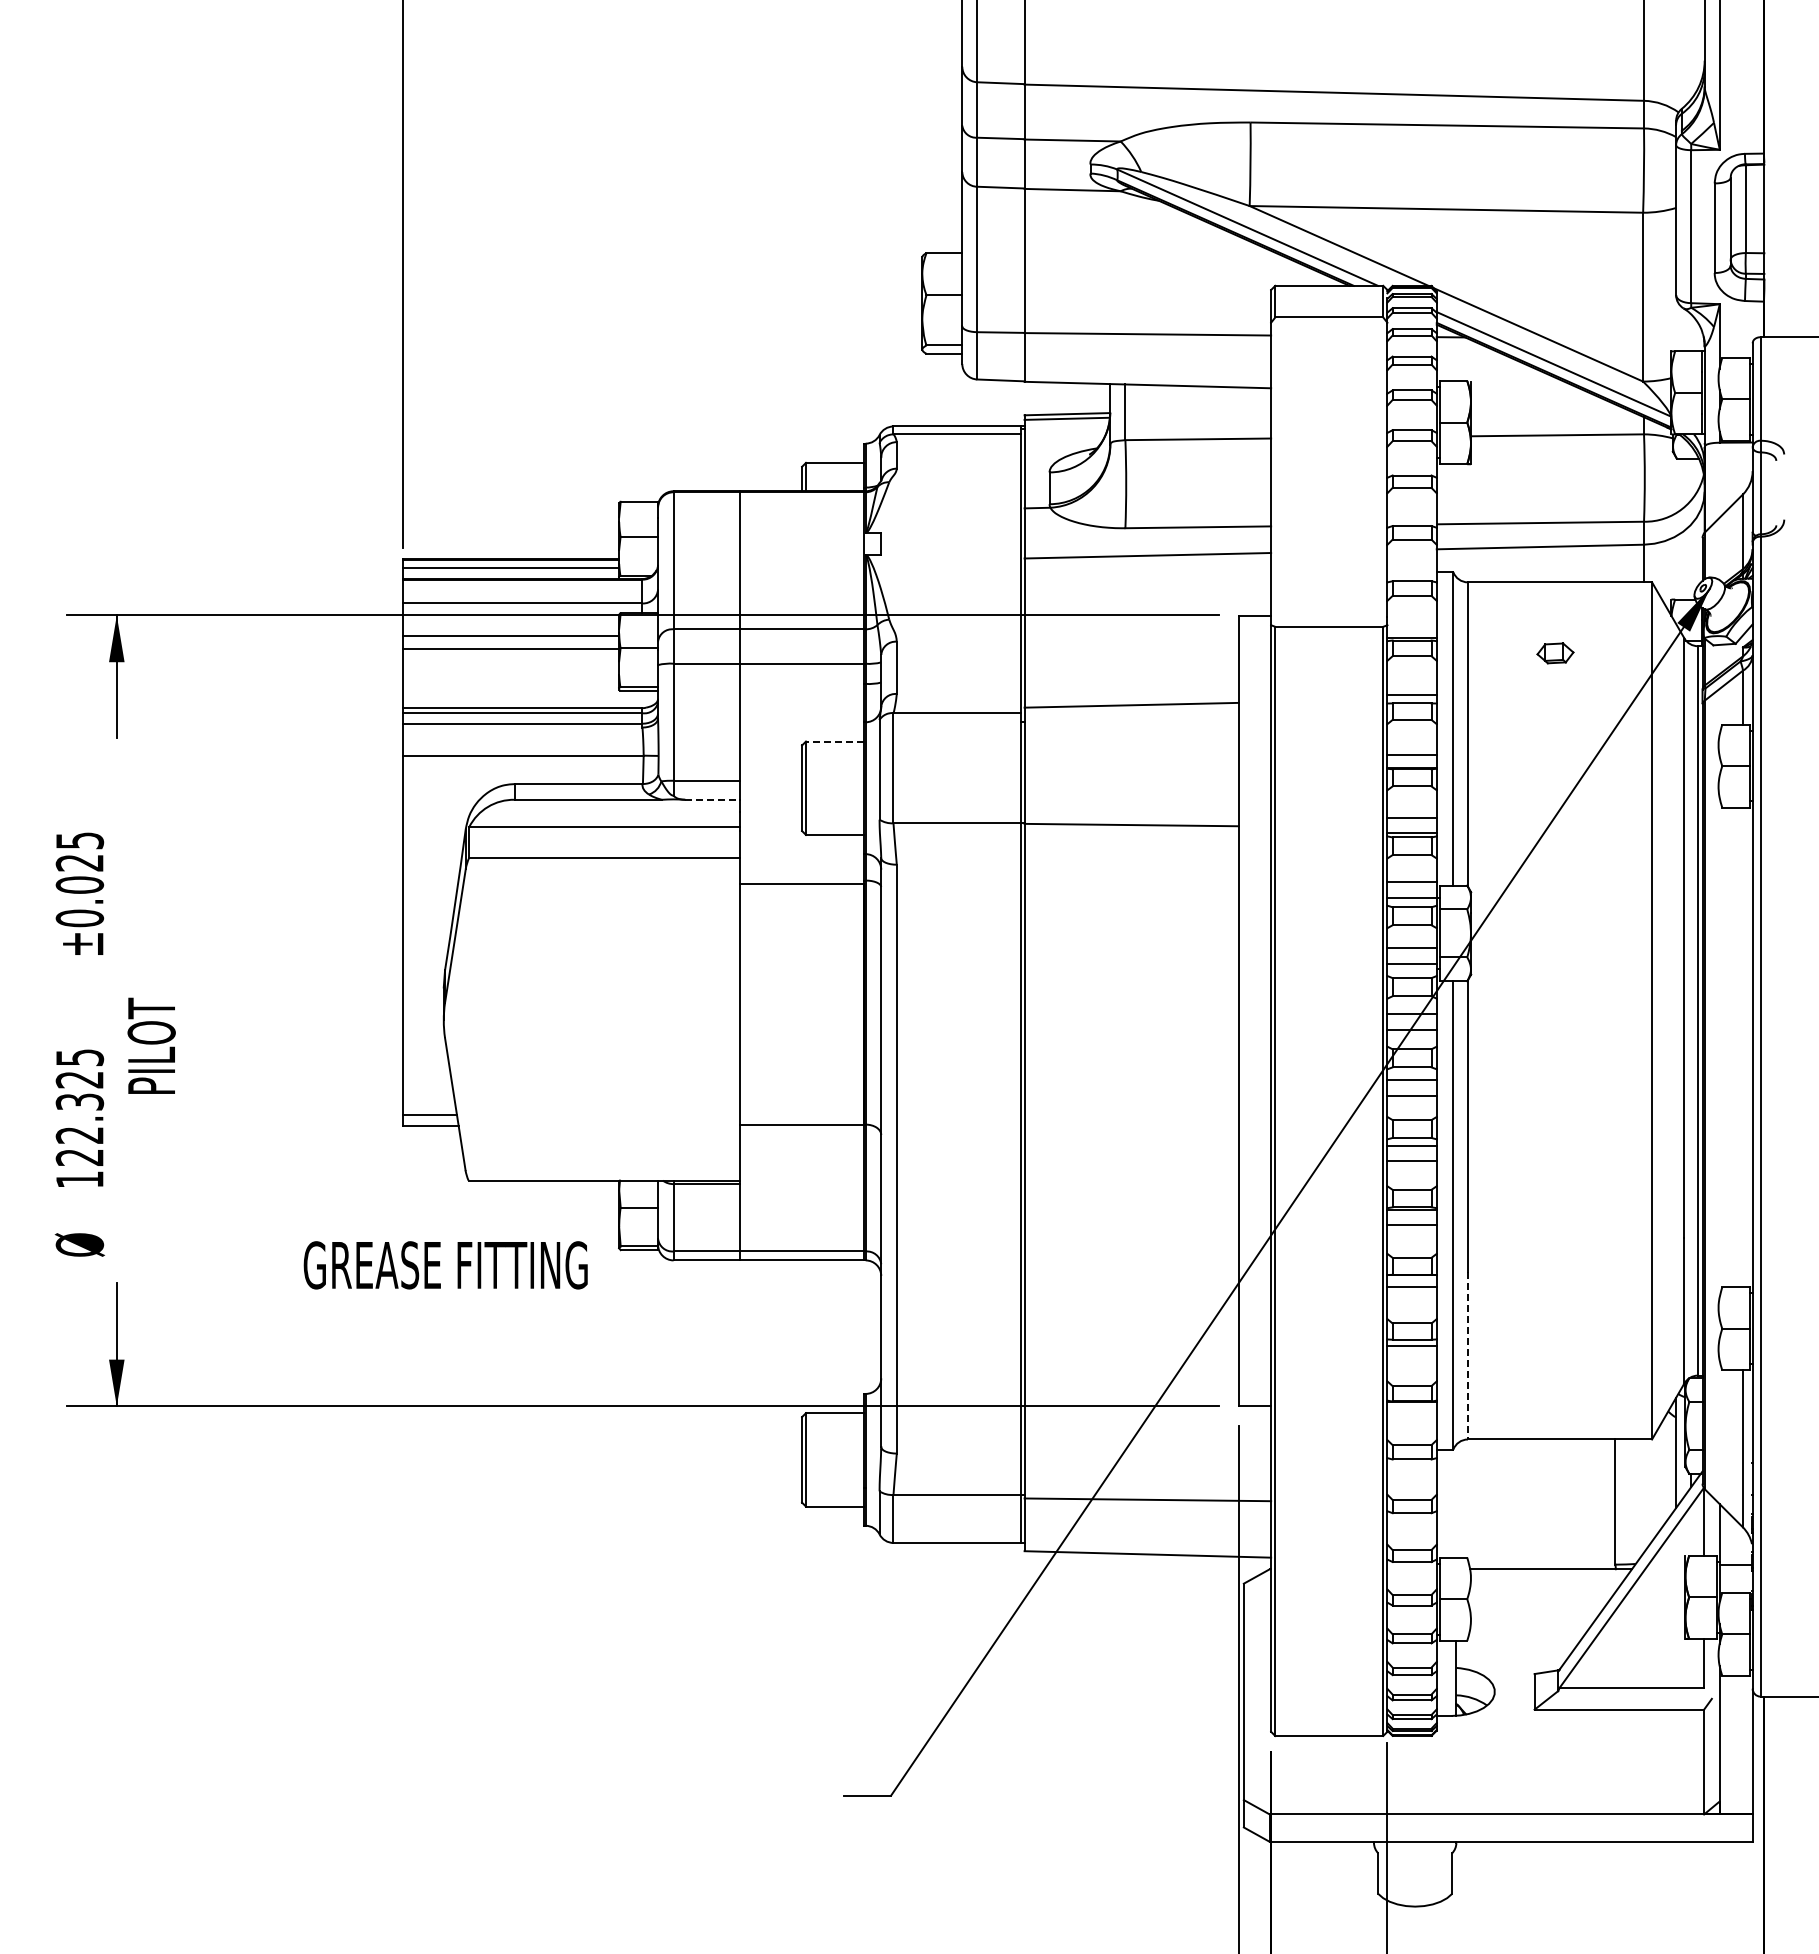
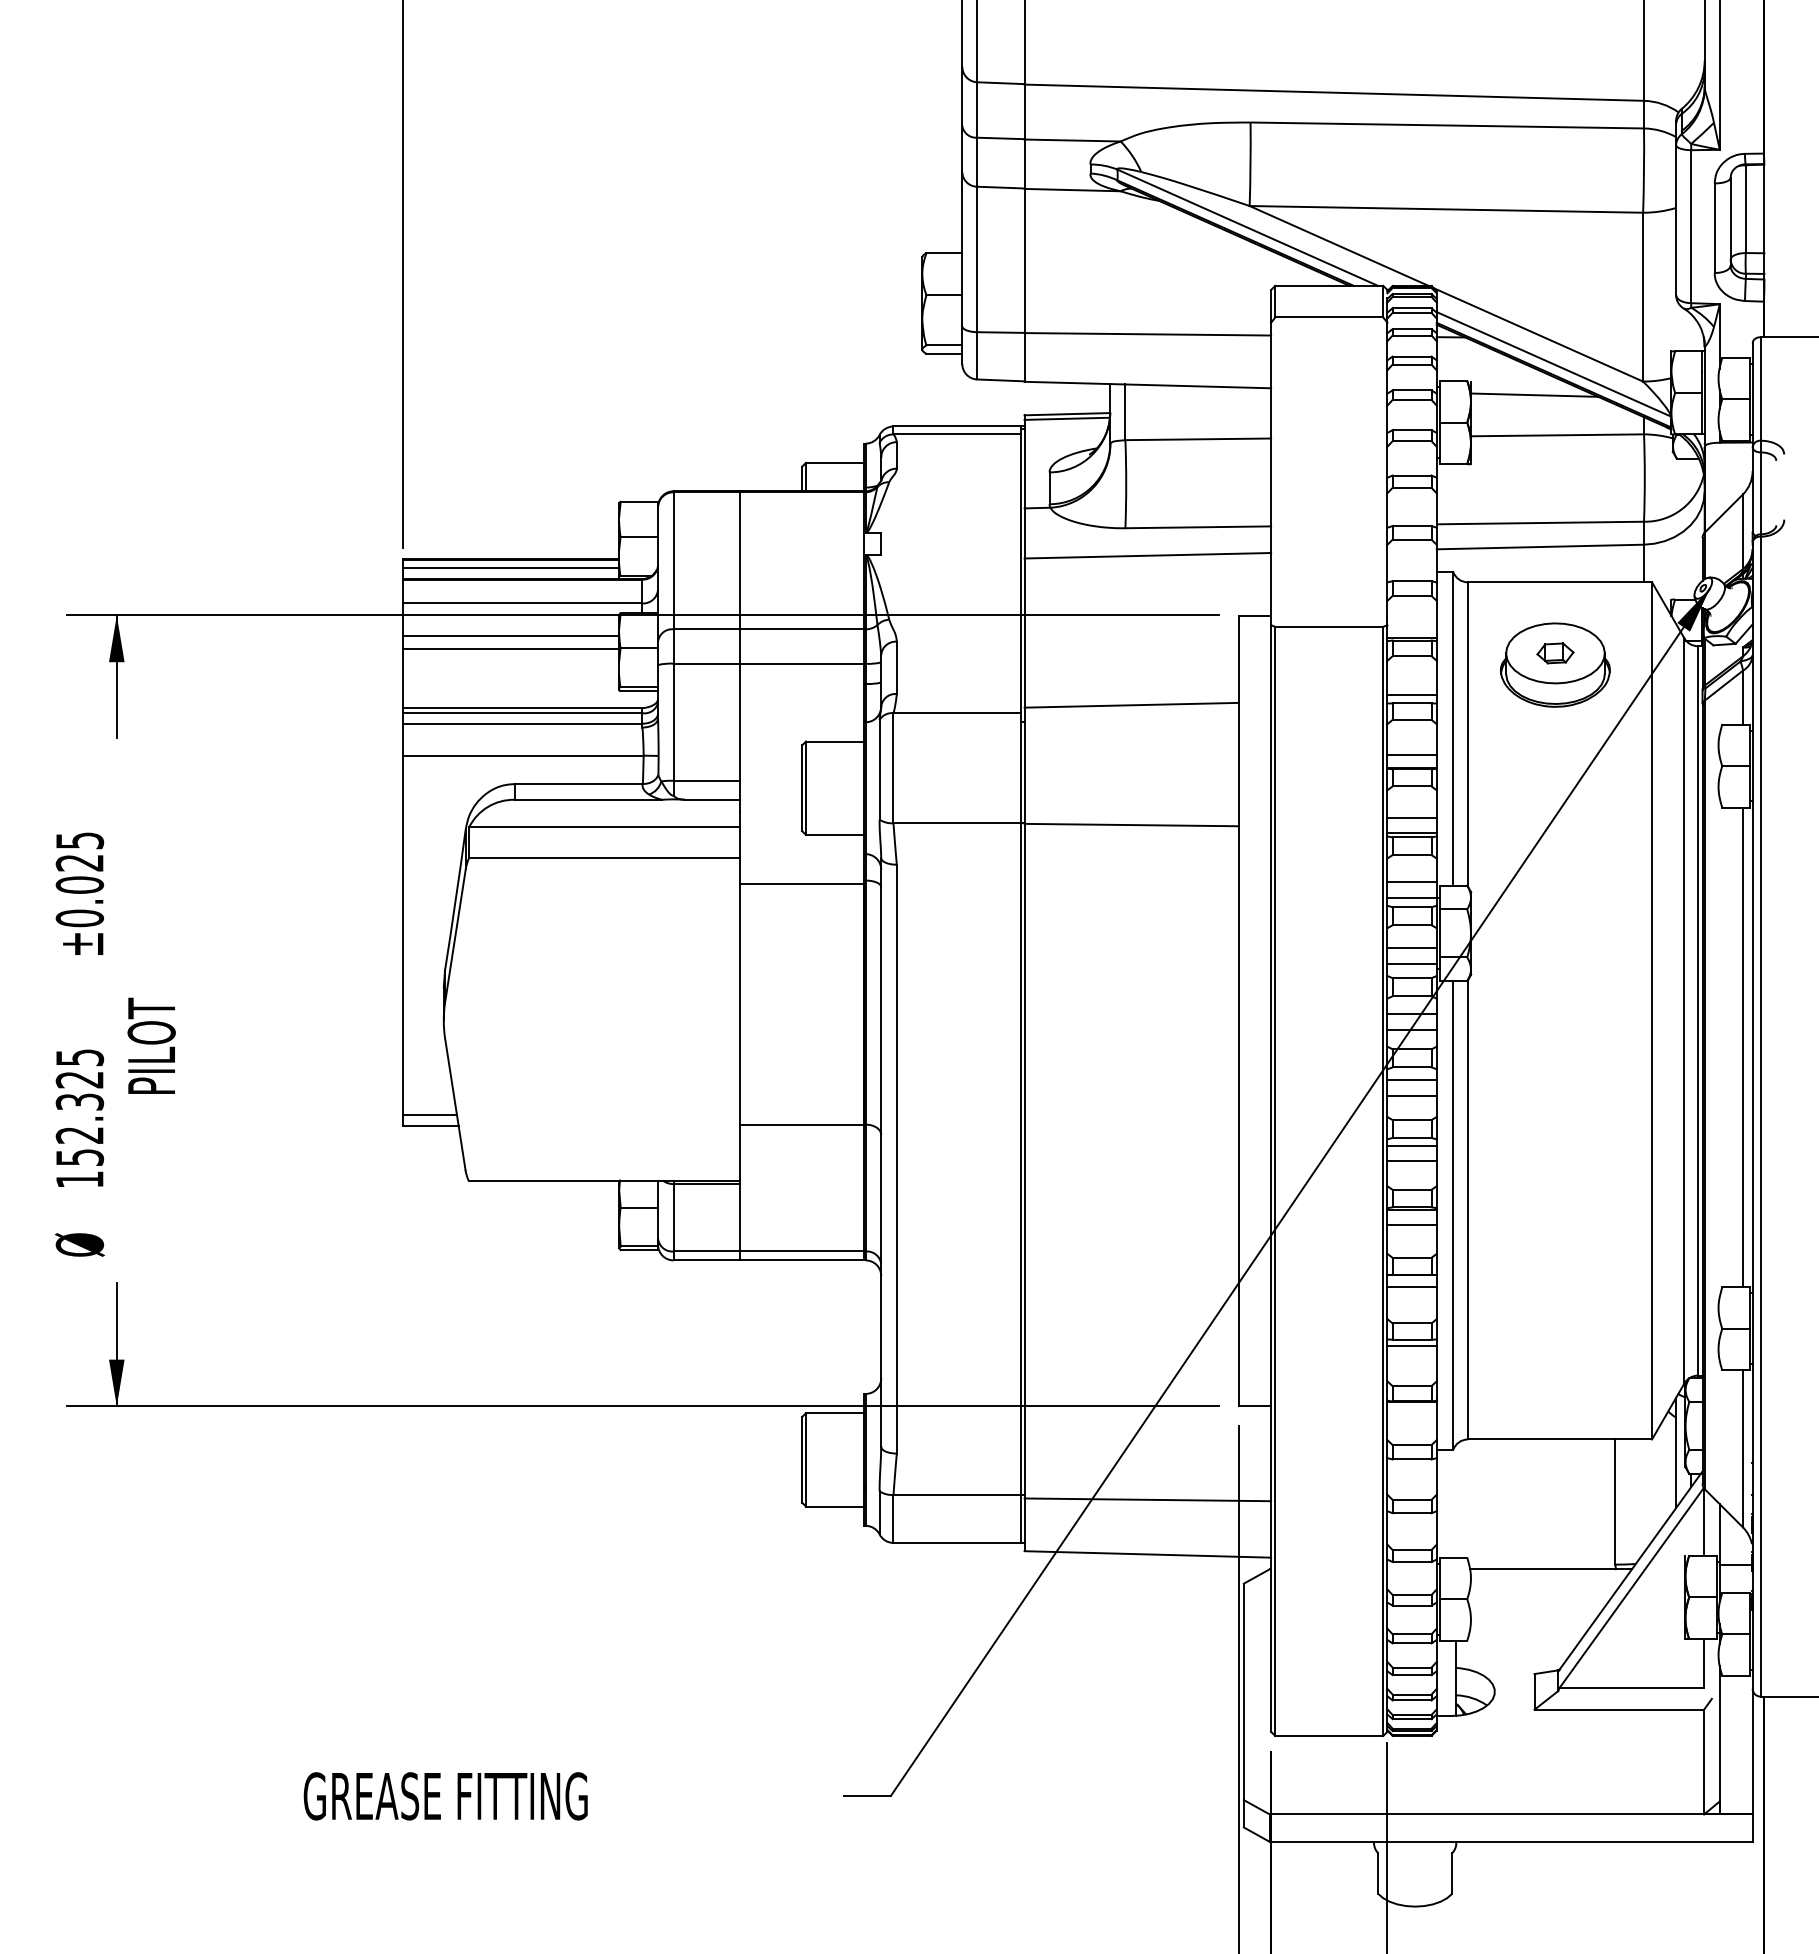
line at (1534, 394): none -> present
part at (1555, 664): none -> present
line at (834, 741): dashed -> solid
line at (712, 799): dashed -> solid
line at (1742, 1047): none -> present
text at (79, 1157): 122.325 -> 152.325
text at (445, 1265) position: (445, 1265) -> (445, 1796)
line at (1467, 1355): dashed -> solid
